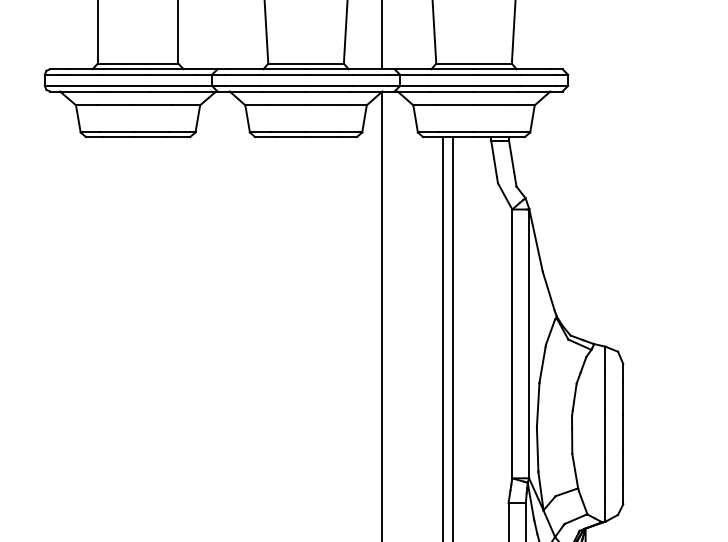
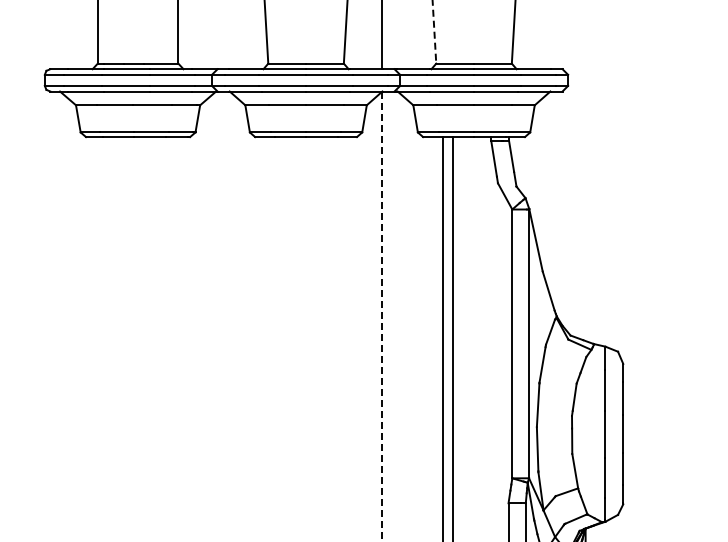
line at (434, 32): solid -> dashed
line at (382, 316): solid -> dashed
